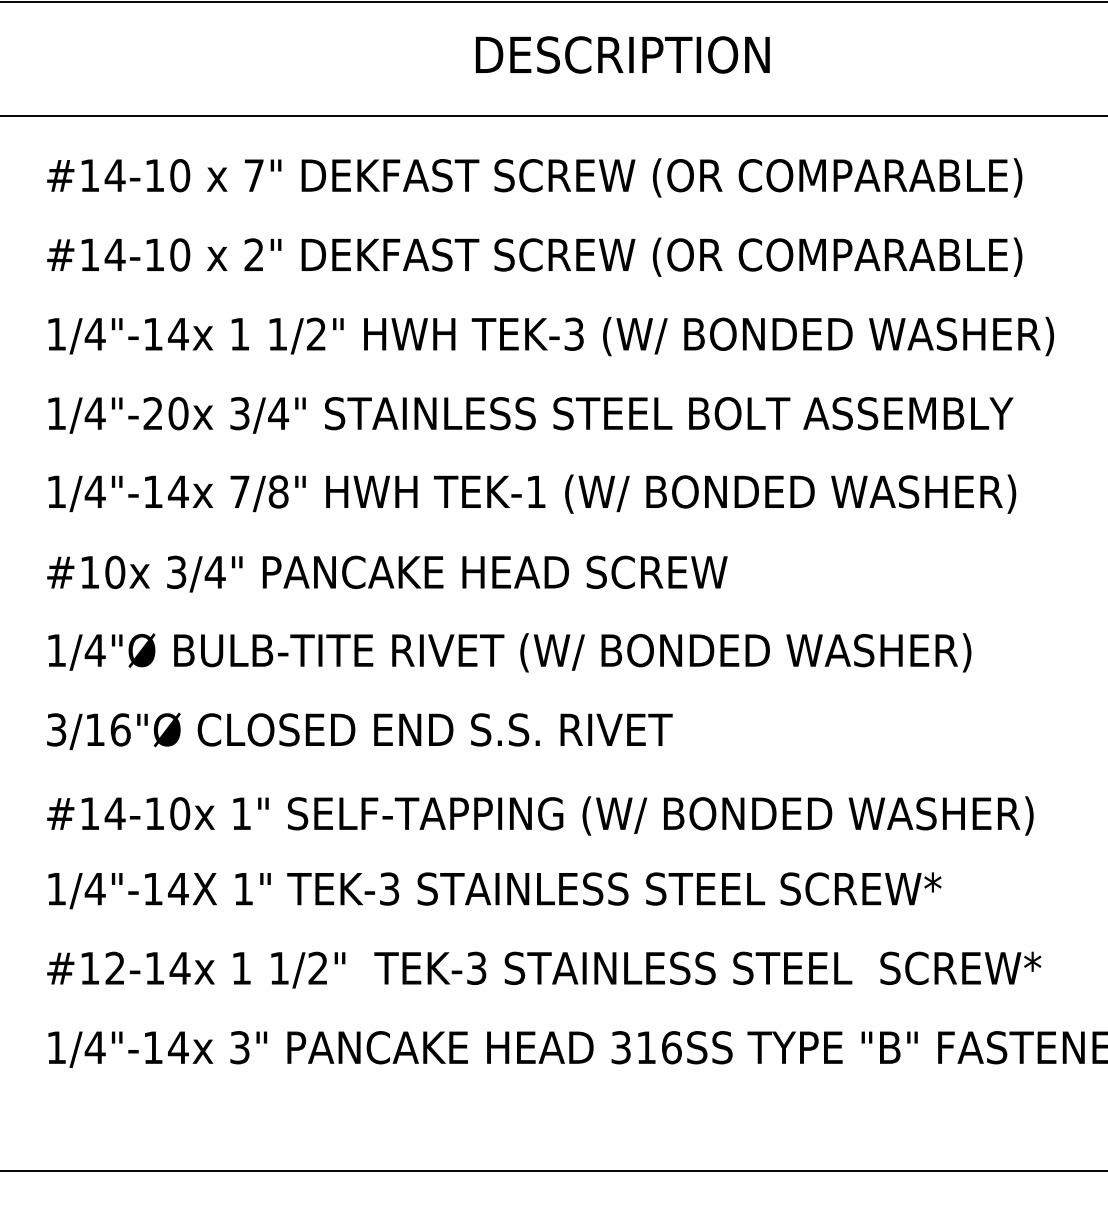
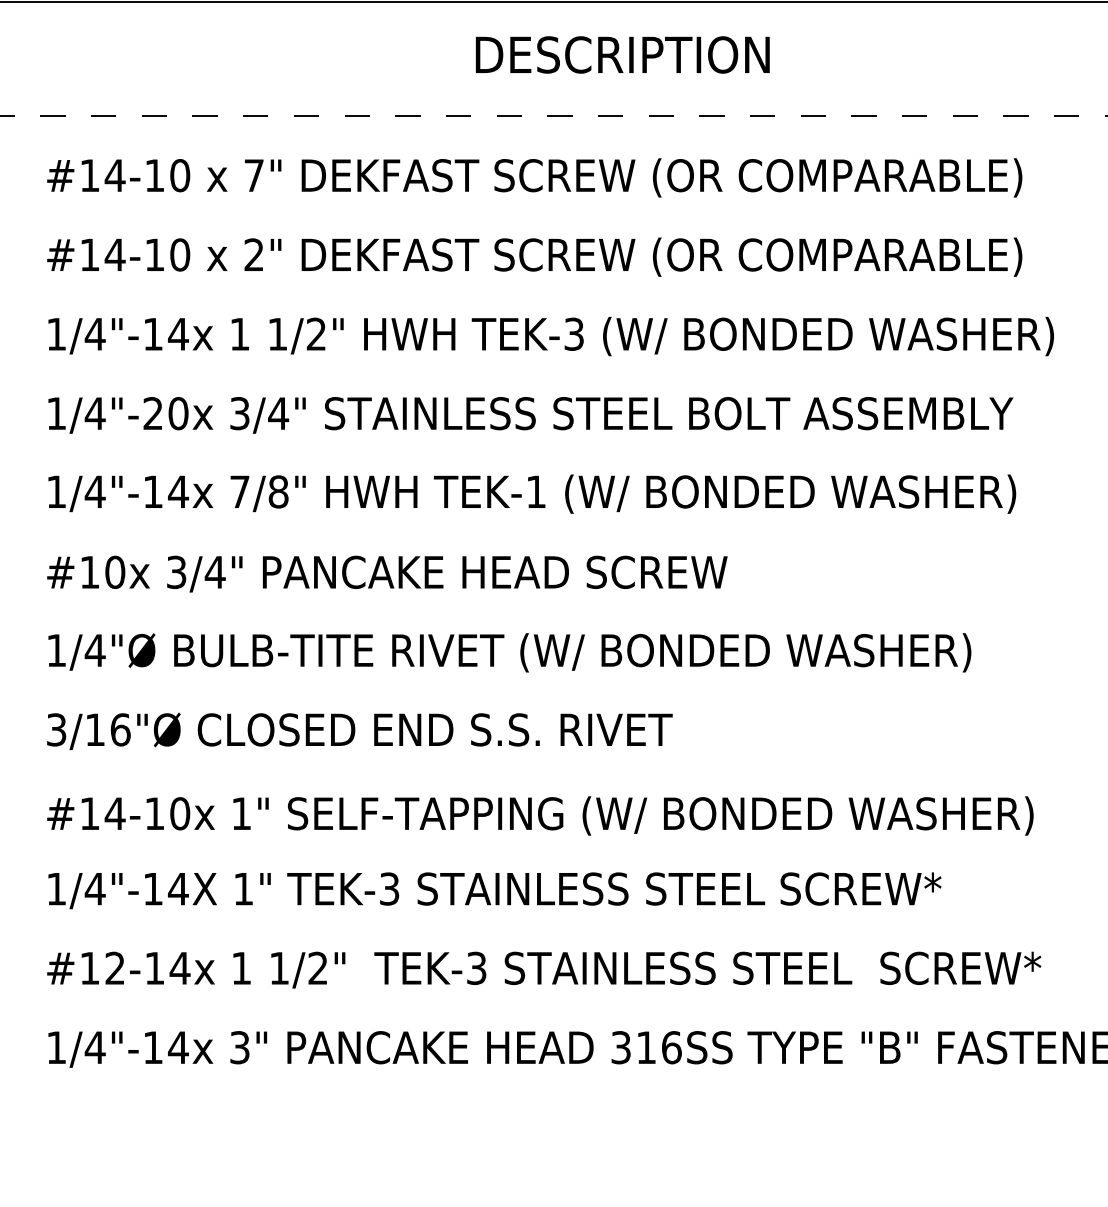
line at (554, 116): solid -> dashed
line at (553, 1170): present -> none
